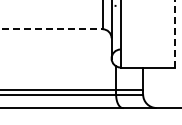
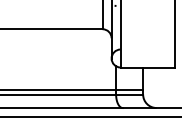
line at (51, 29): dashed -> solid
line at (174, 33): dashed -> solid
line at (90, 116): none -> present
